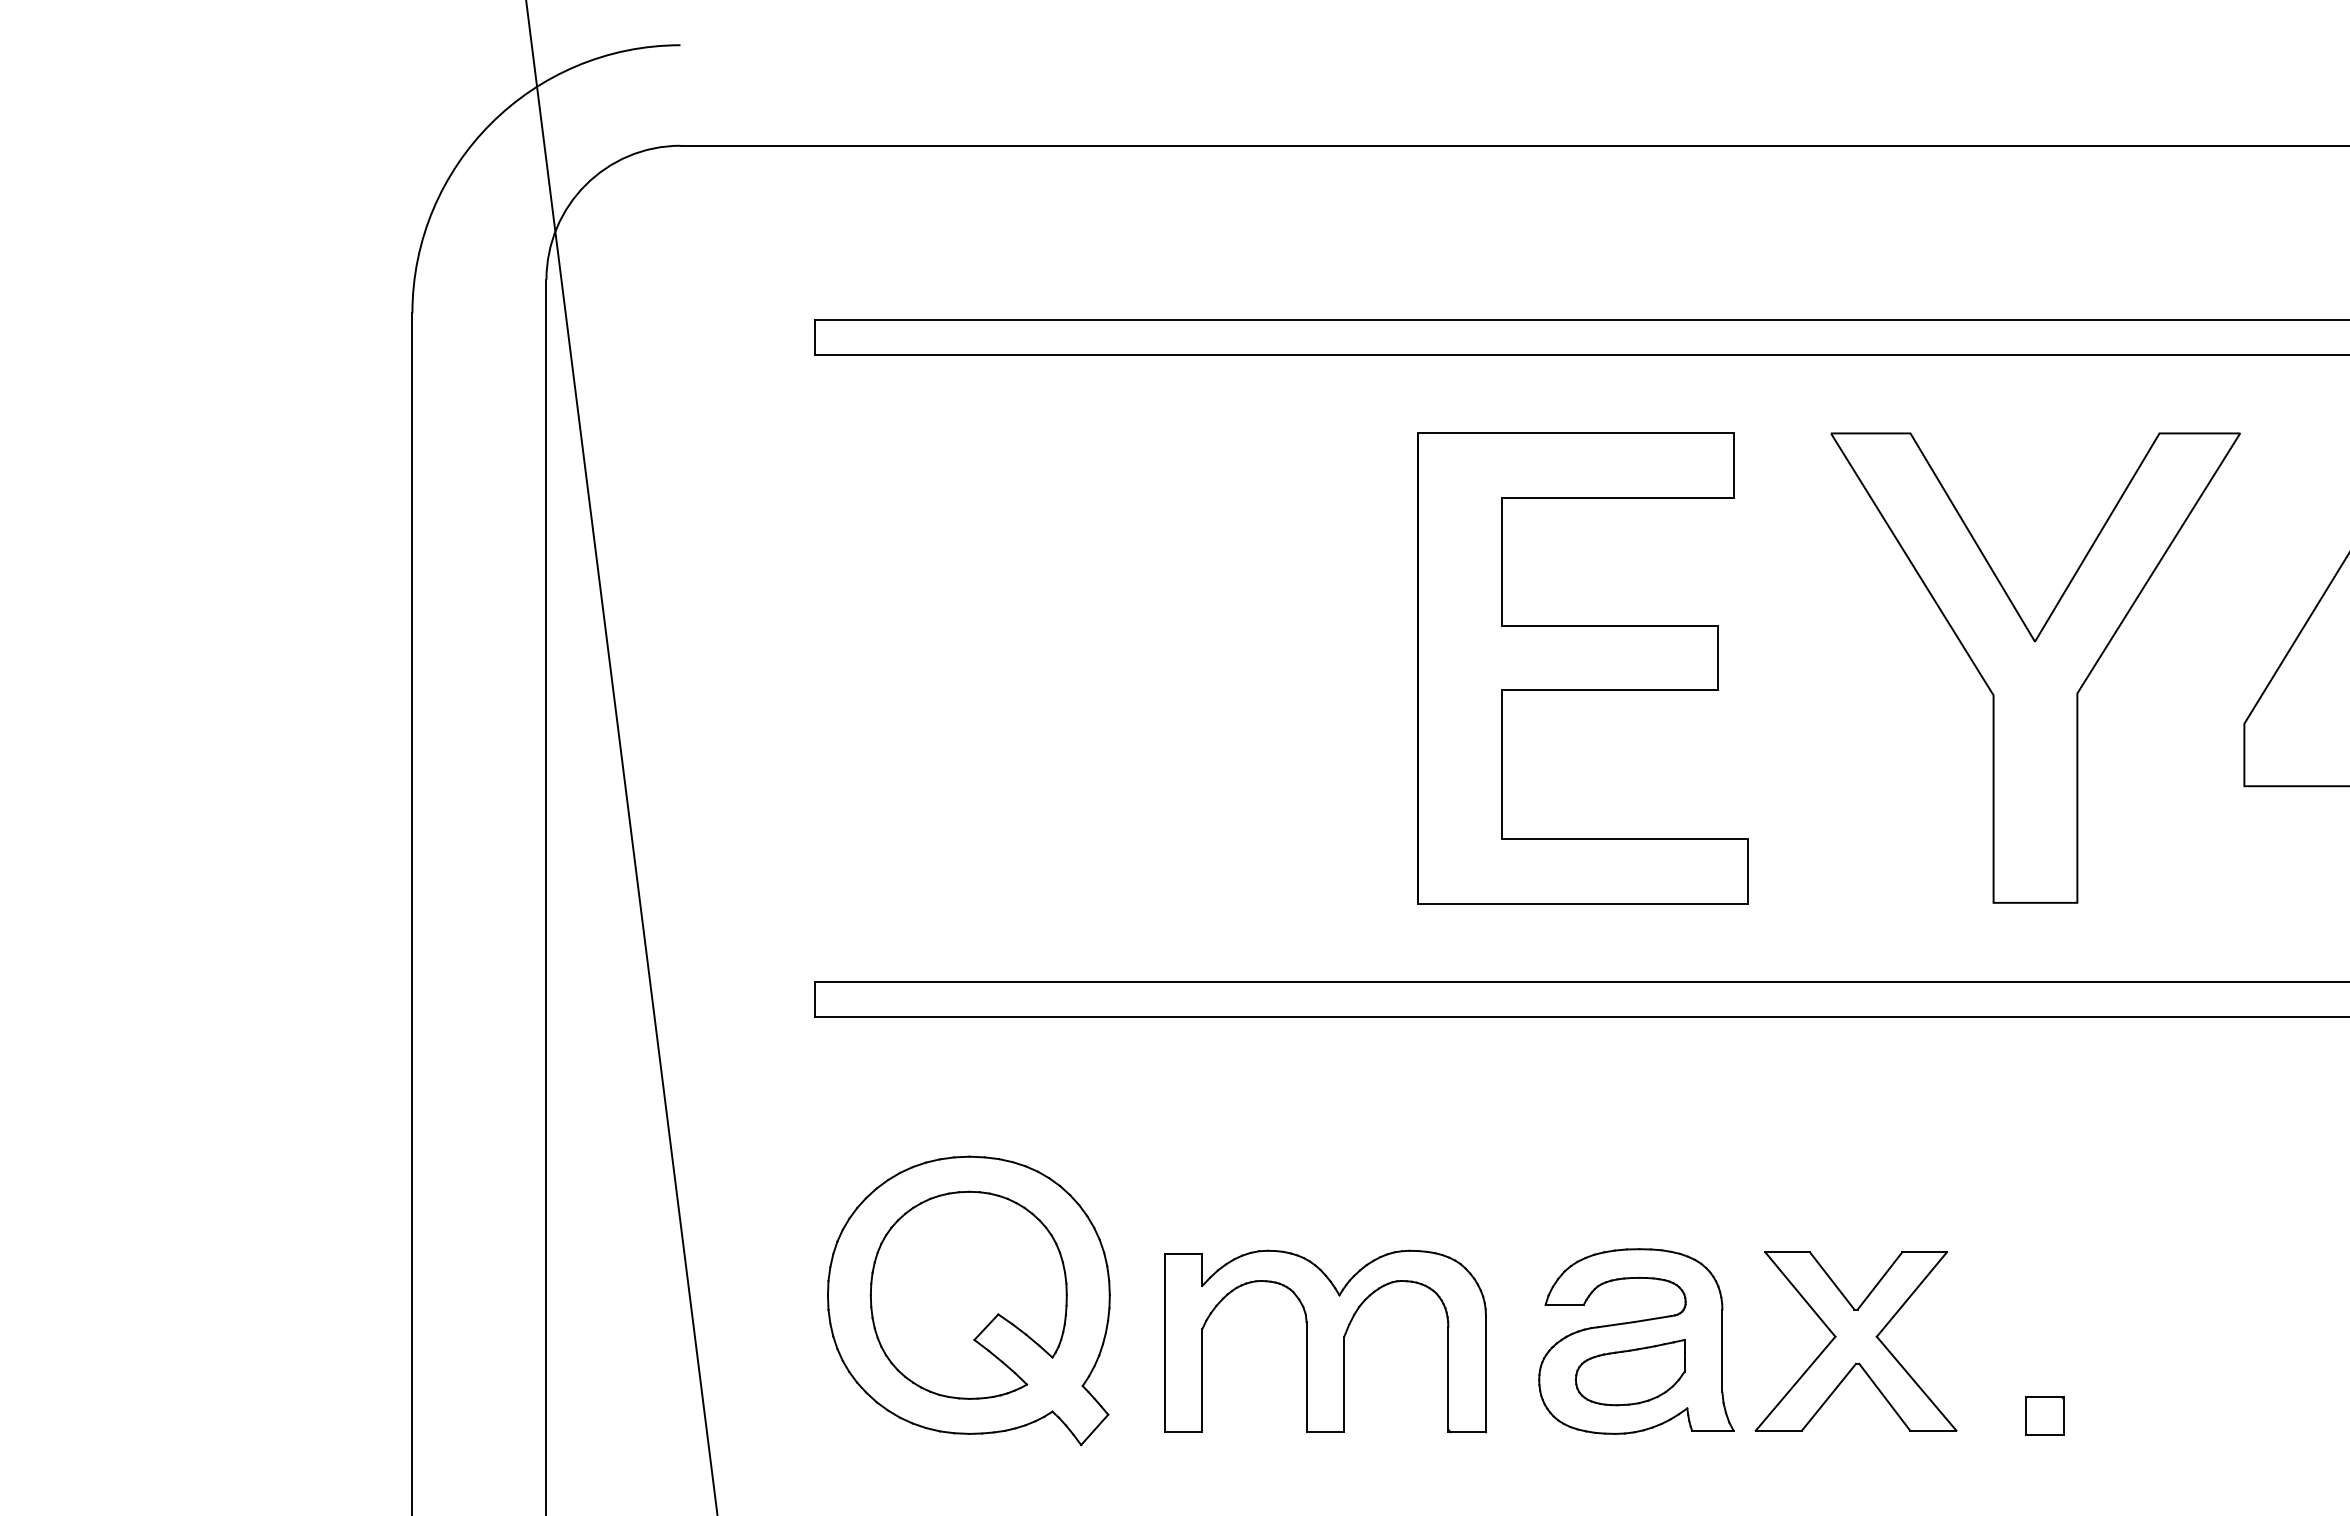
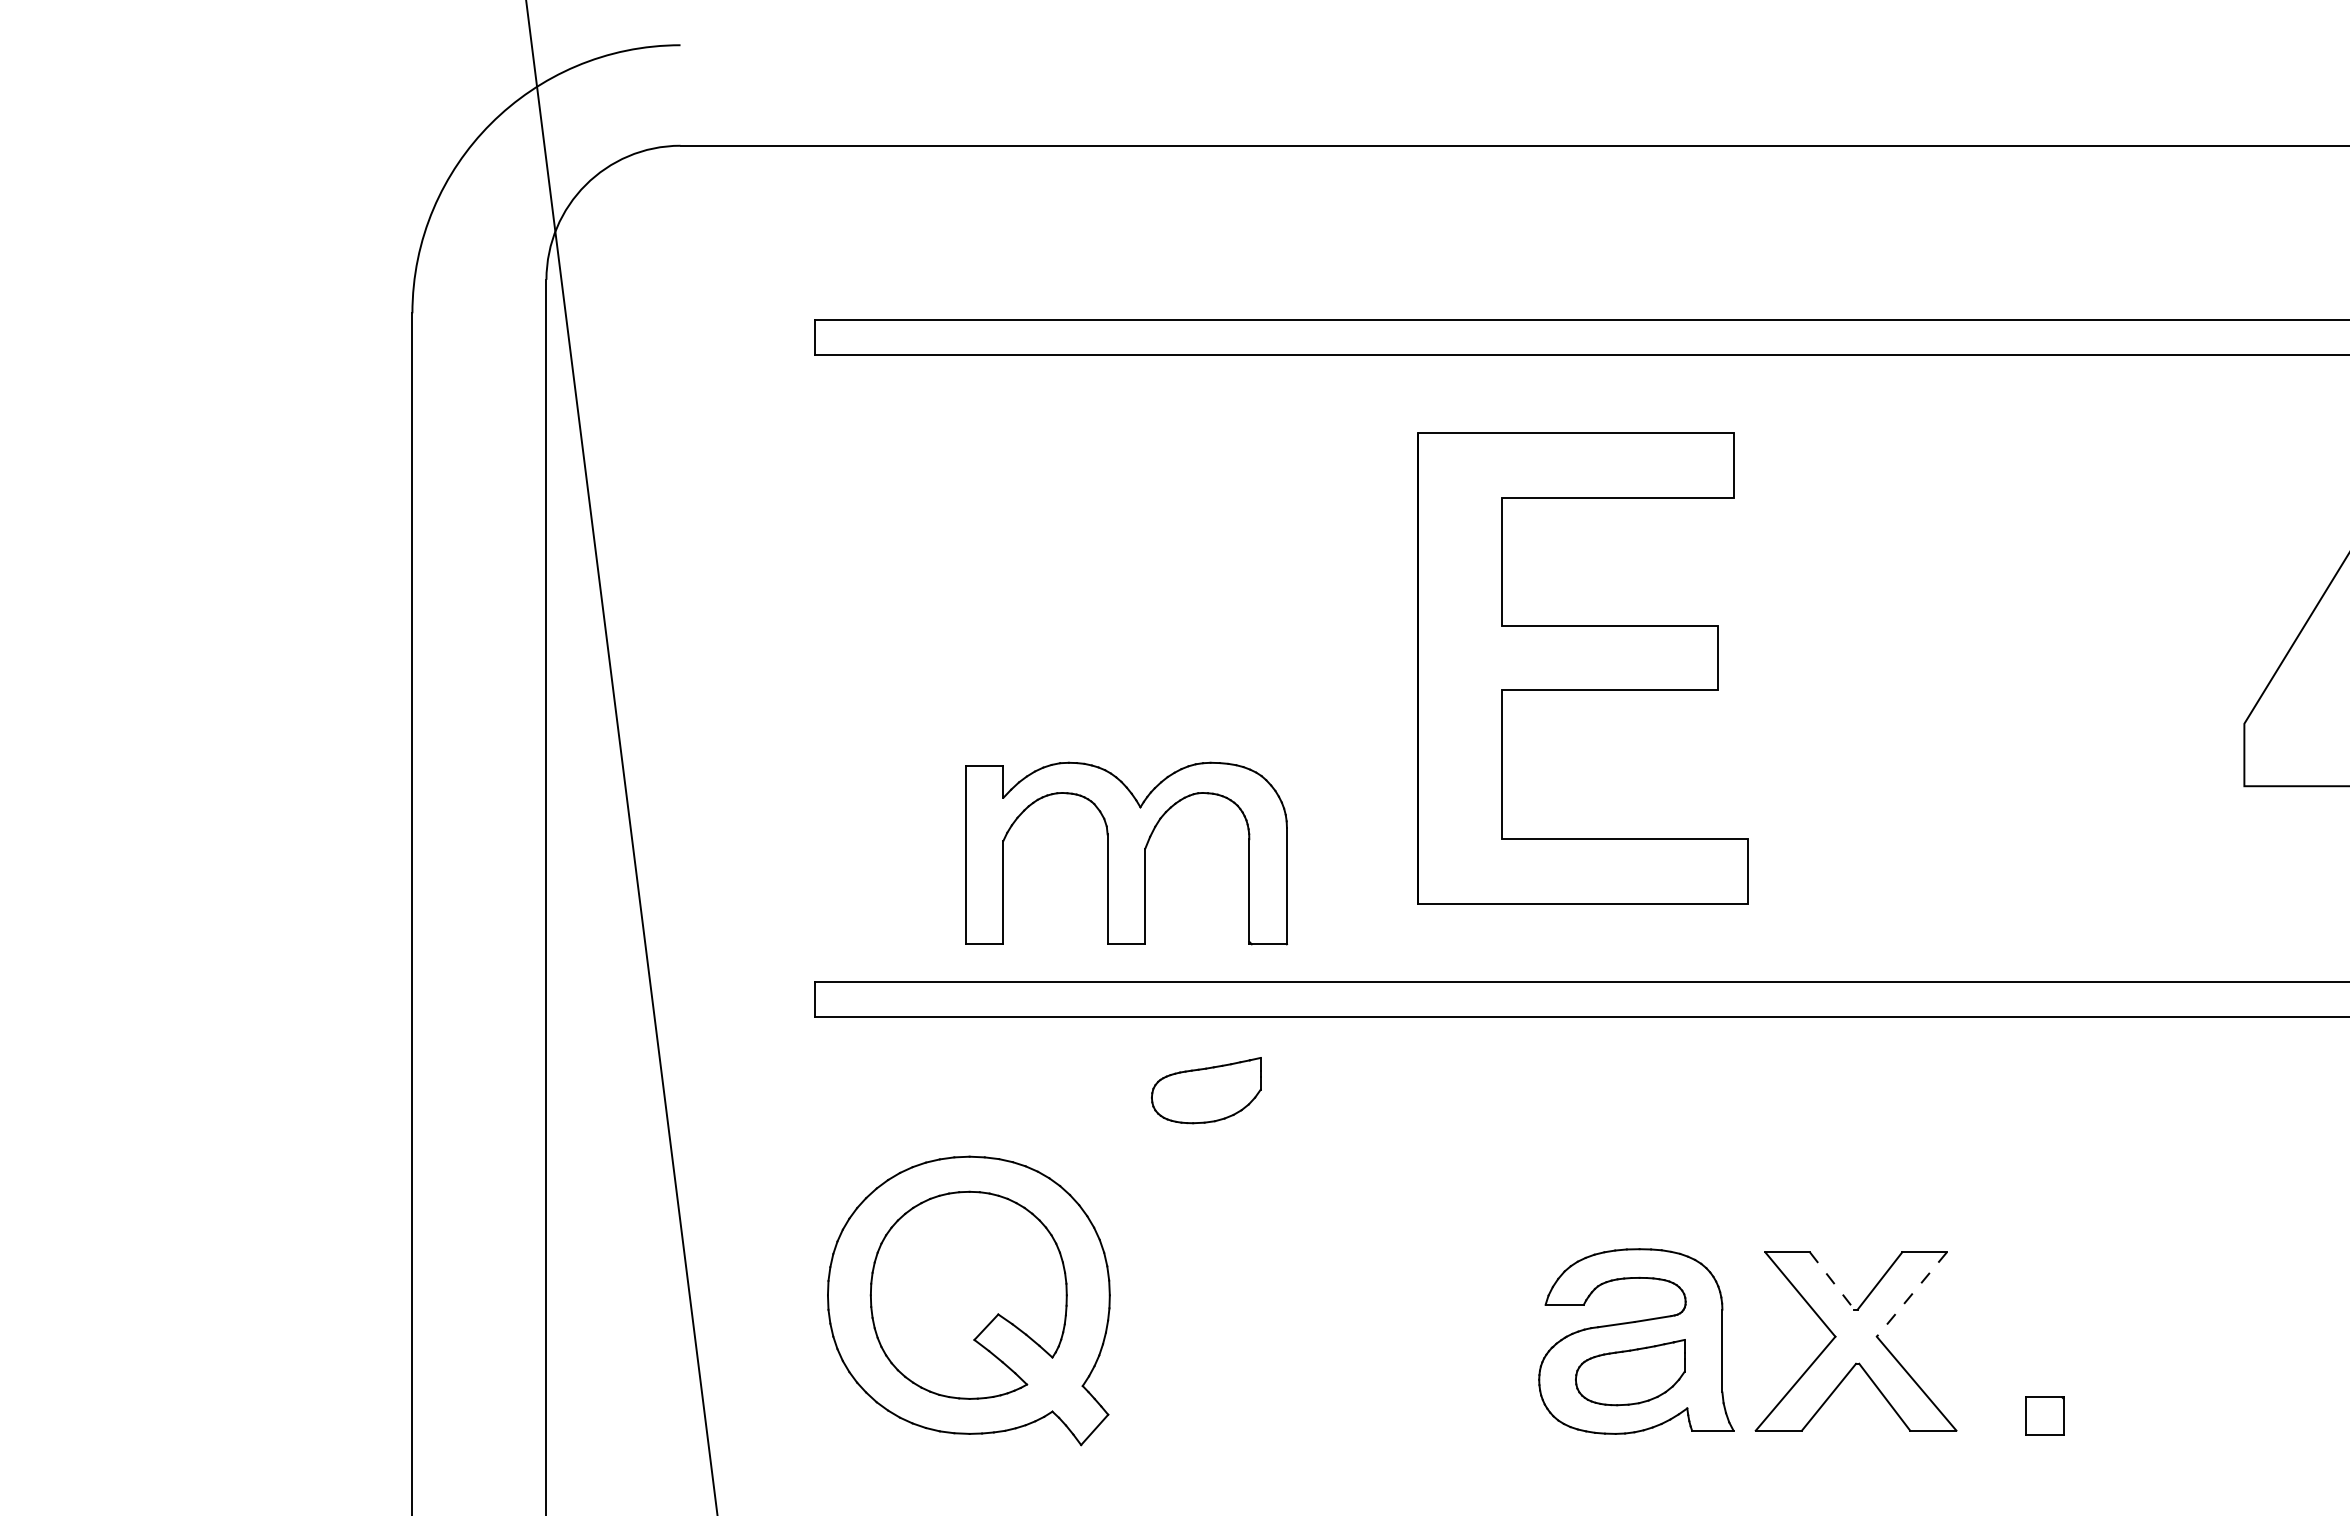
part at (2035, 667): present -> none
part at (1206, 1090): none -> present
line at (1832, 1281): solid -> dashed
line at (1911, 1294): solid -> dashed
part at (1325, 1341) position: (1325, 1341) -> (1126, 853)
